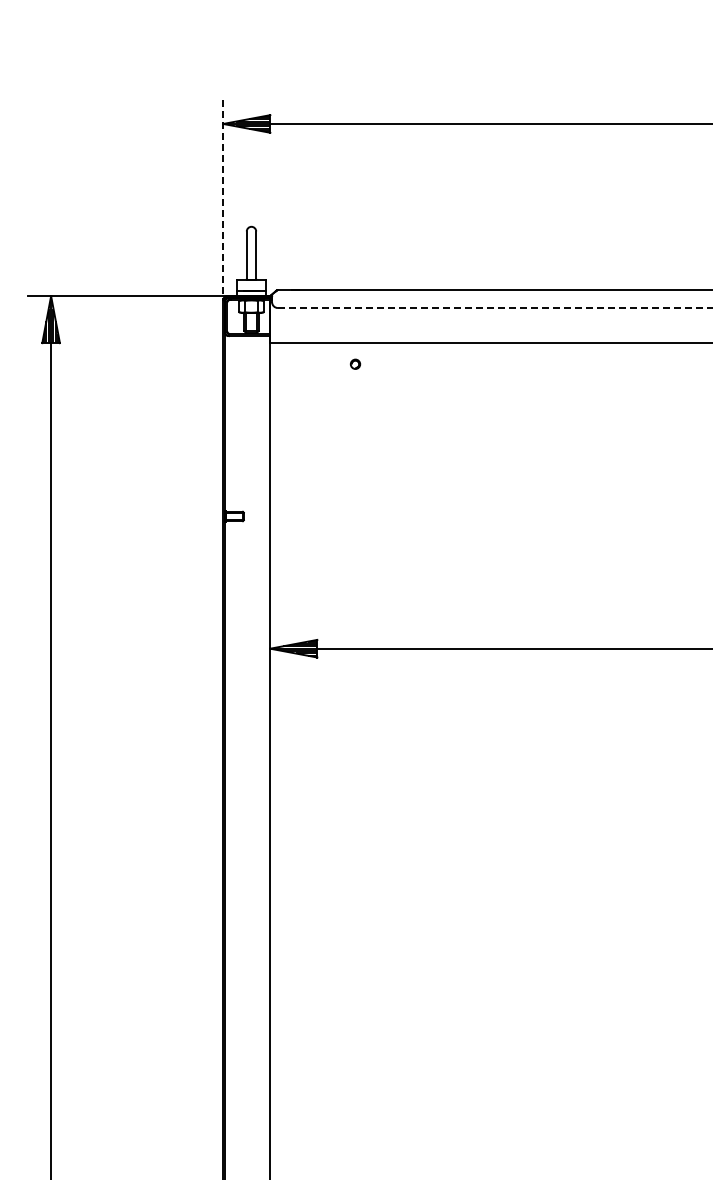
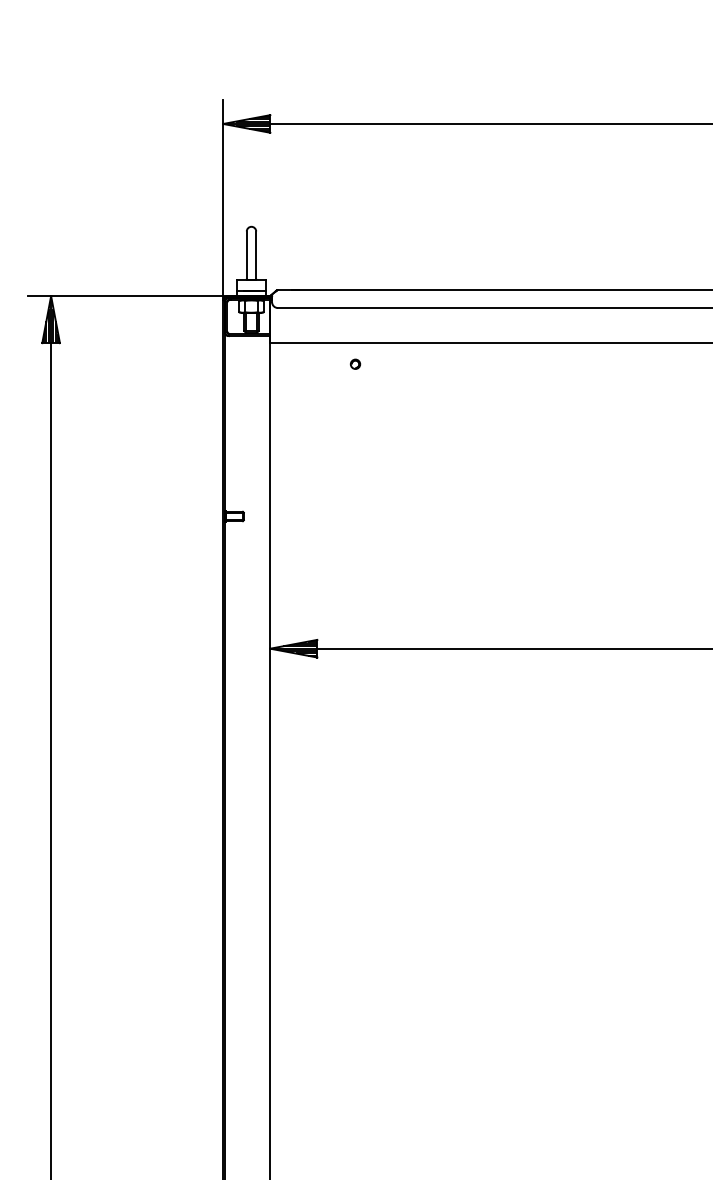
line at (223, 200): dashed -> solid
line at (495, 308): dashed -> solid
